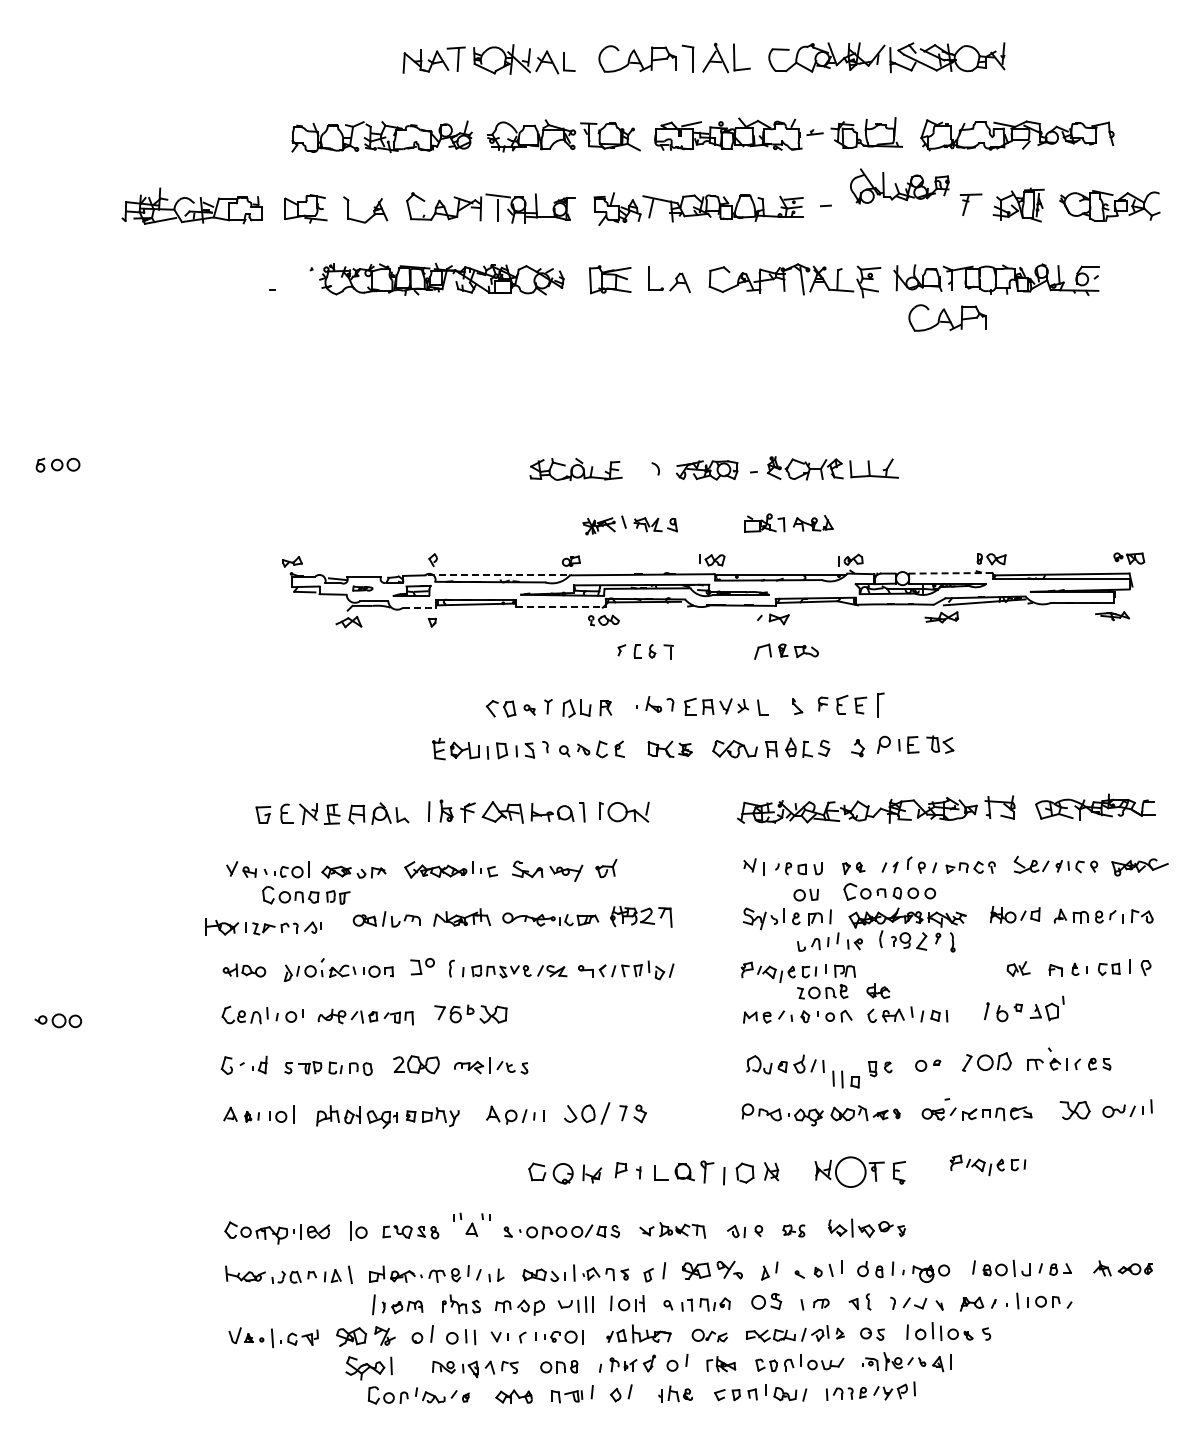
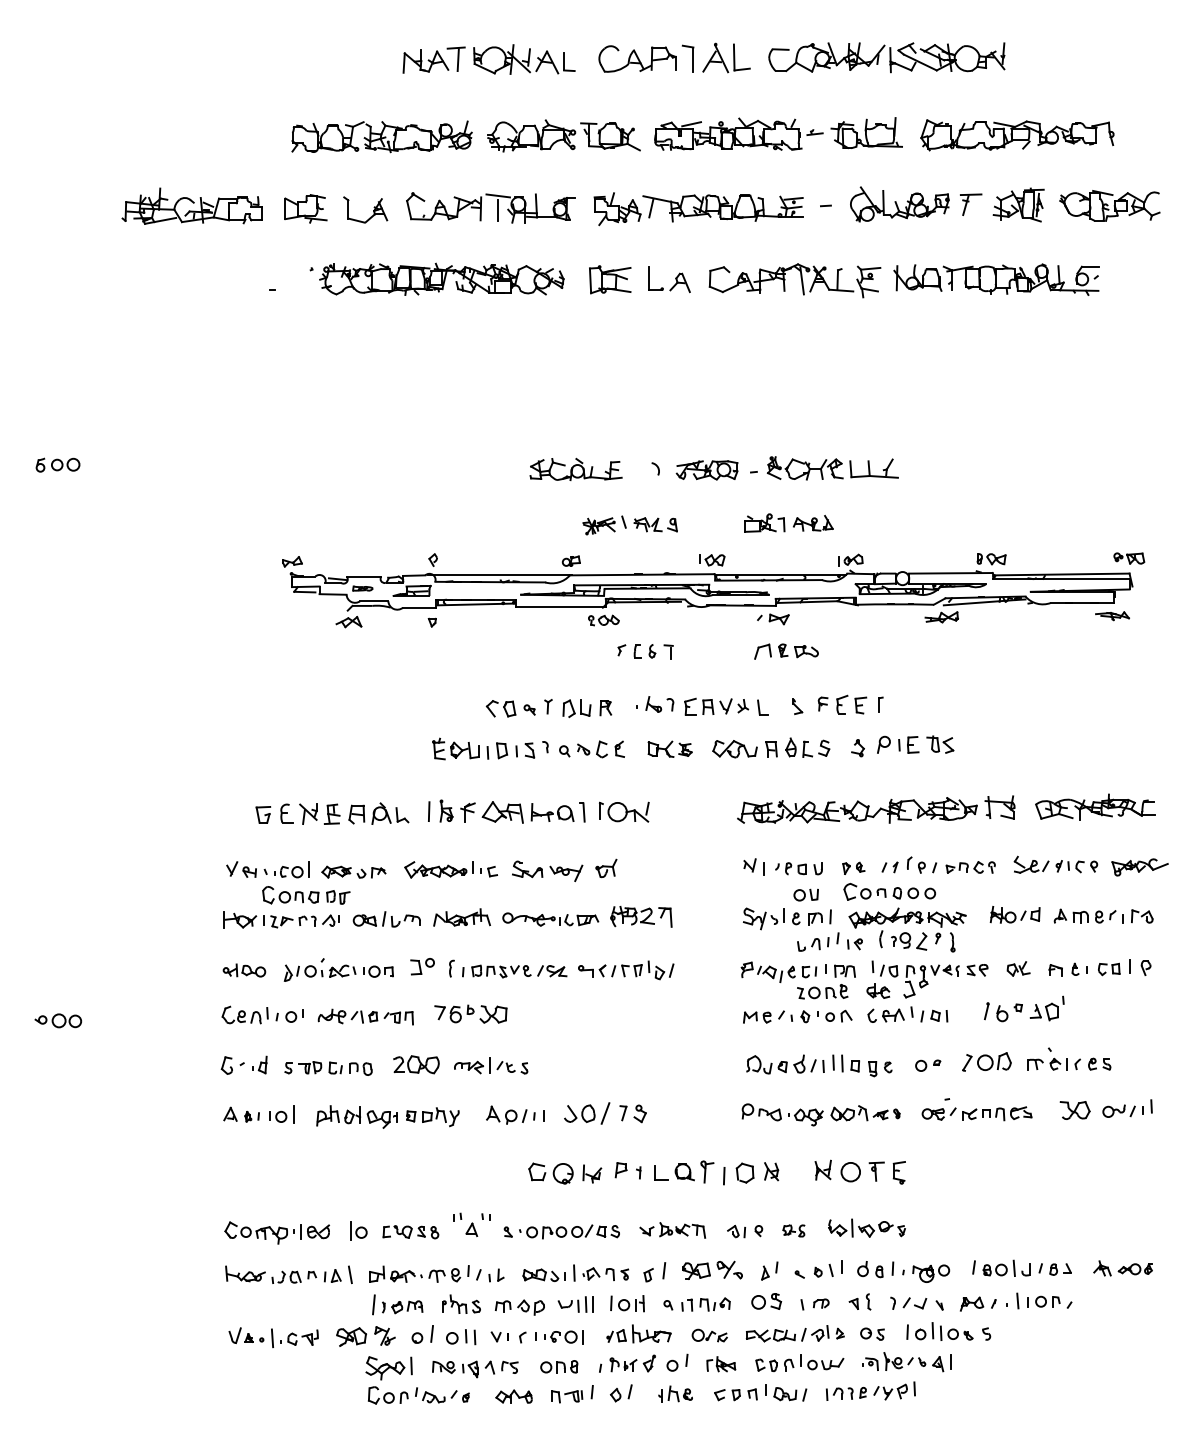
part at (899, 186) position: (899, 186) -> (899, 204)
part at (947, 317): present -> none
line at (950, 573): dashed -> solid
line at (500, 574): dashed -> solid
line at (419, 607): dashed -> solid
line at (560, 607): dashed -> solid
part at (880, 704) size: 8x26 px -> 6x17 px
part at (263, 926) position: (263, 926) -> (281, 919)
part at (929, 979): none -> present
part at (846, 1079) position: (846, 1079) -> (846, 1063)
part at (987, 1164): present -> none
circle at (850, 1172) diameter: 30 px -> 19 px
part at (368, 1368) position: (368, 1368) -> (388, 1368)
